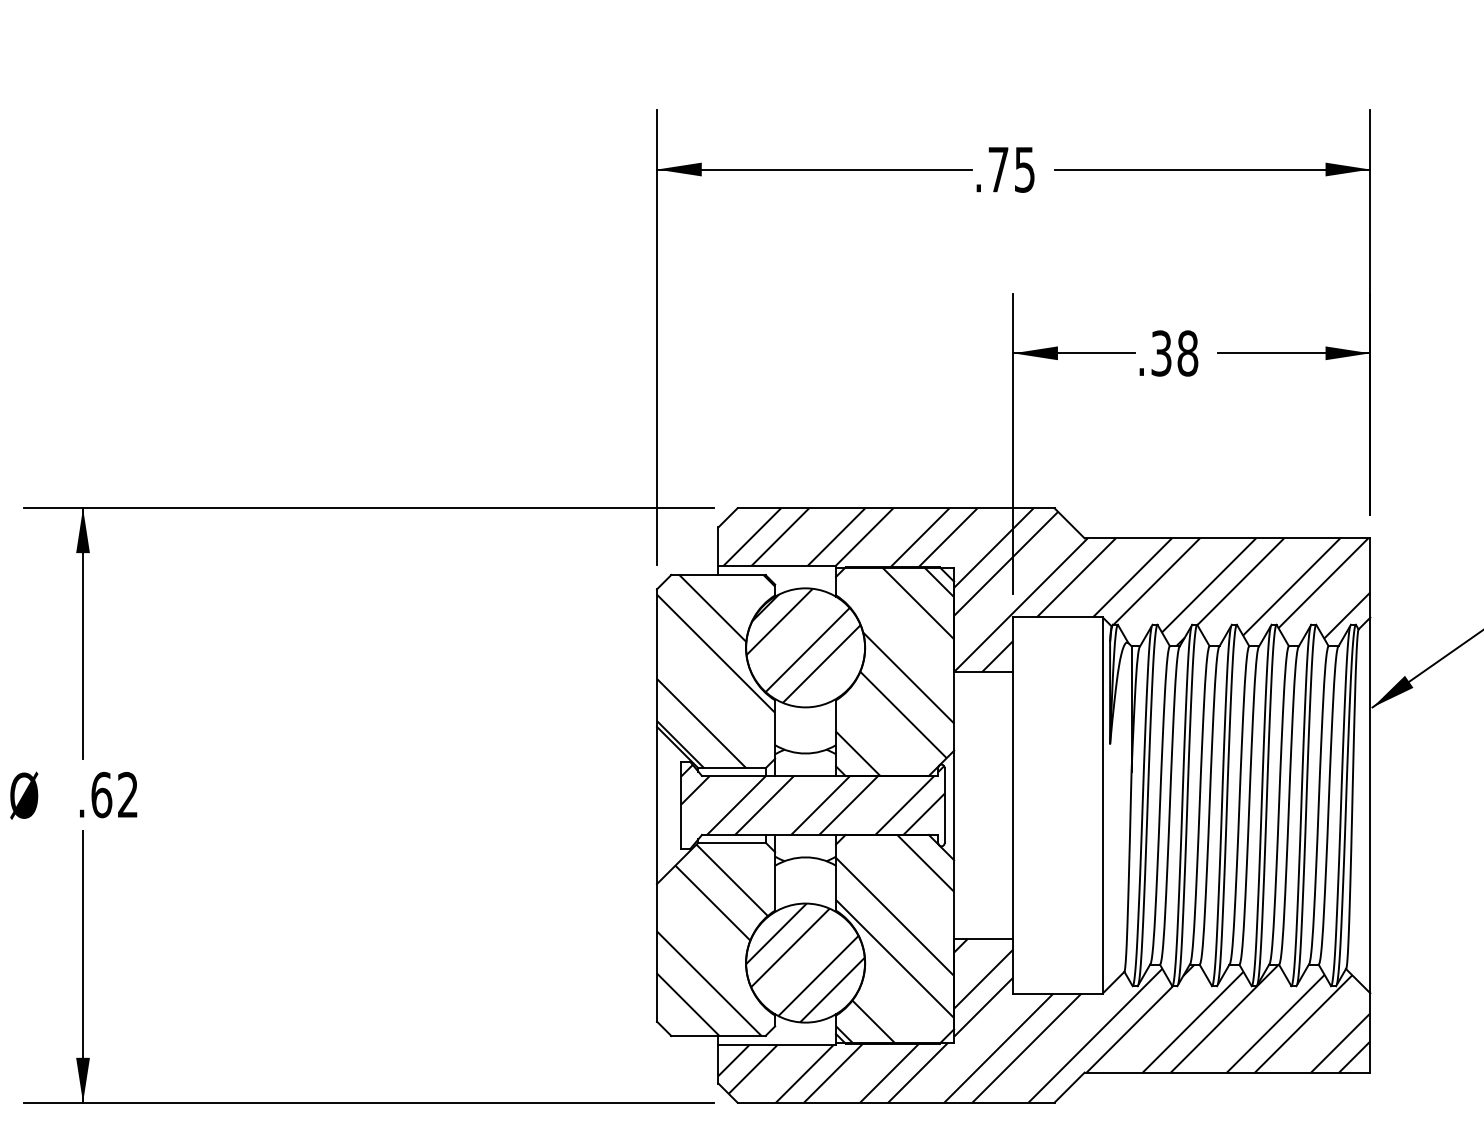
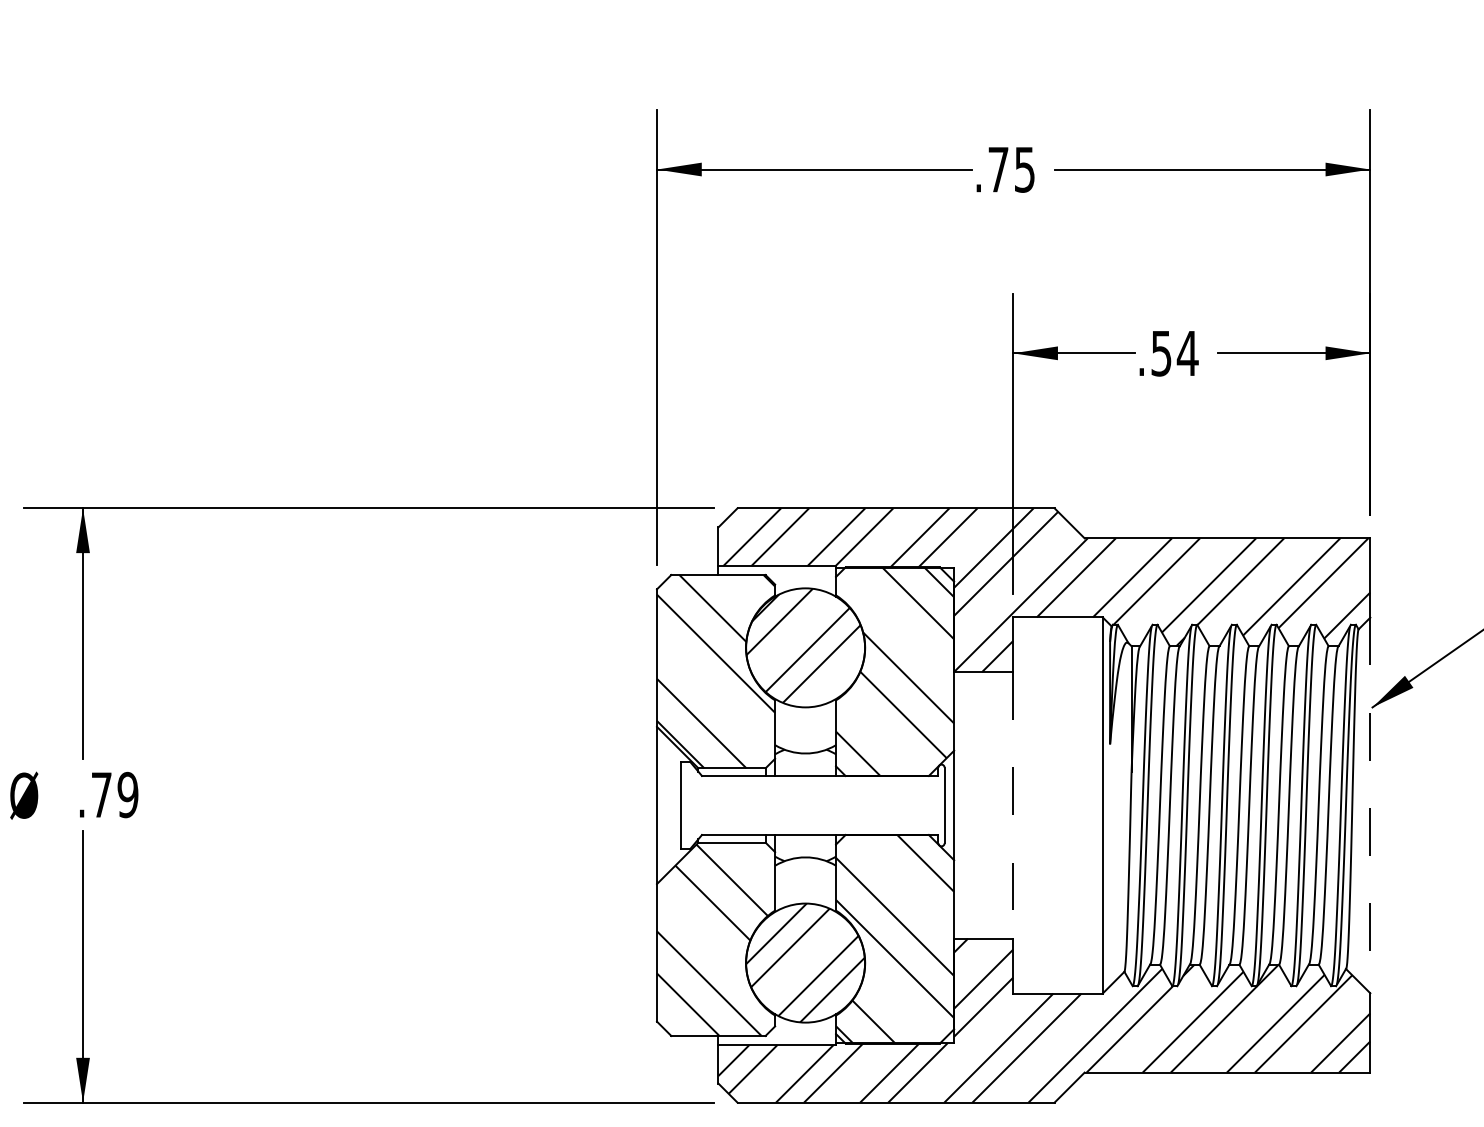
text at (1175, 353): .38 -> .54
text at (114, 794): .62 -> .79
hatch at (812, 799): present -> none
line at (1013, 805): solid -> dashed
line at (1370, 805): solid -> dashed
